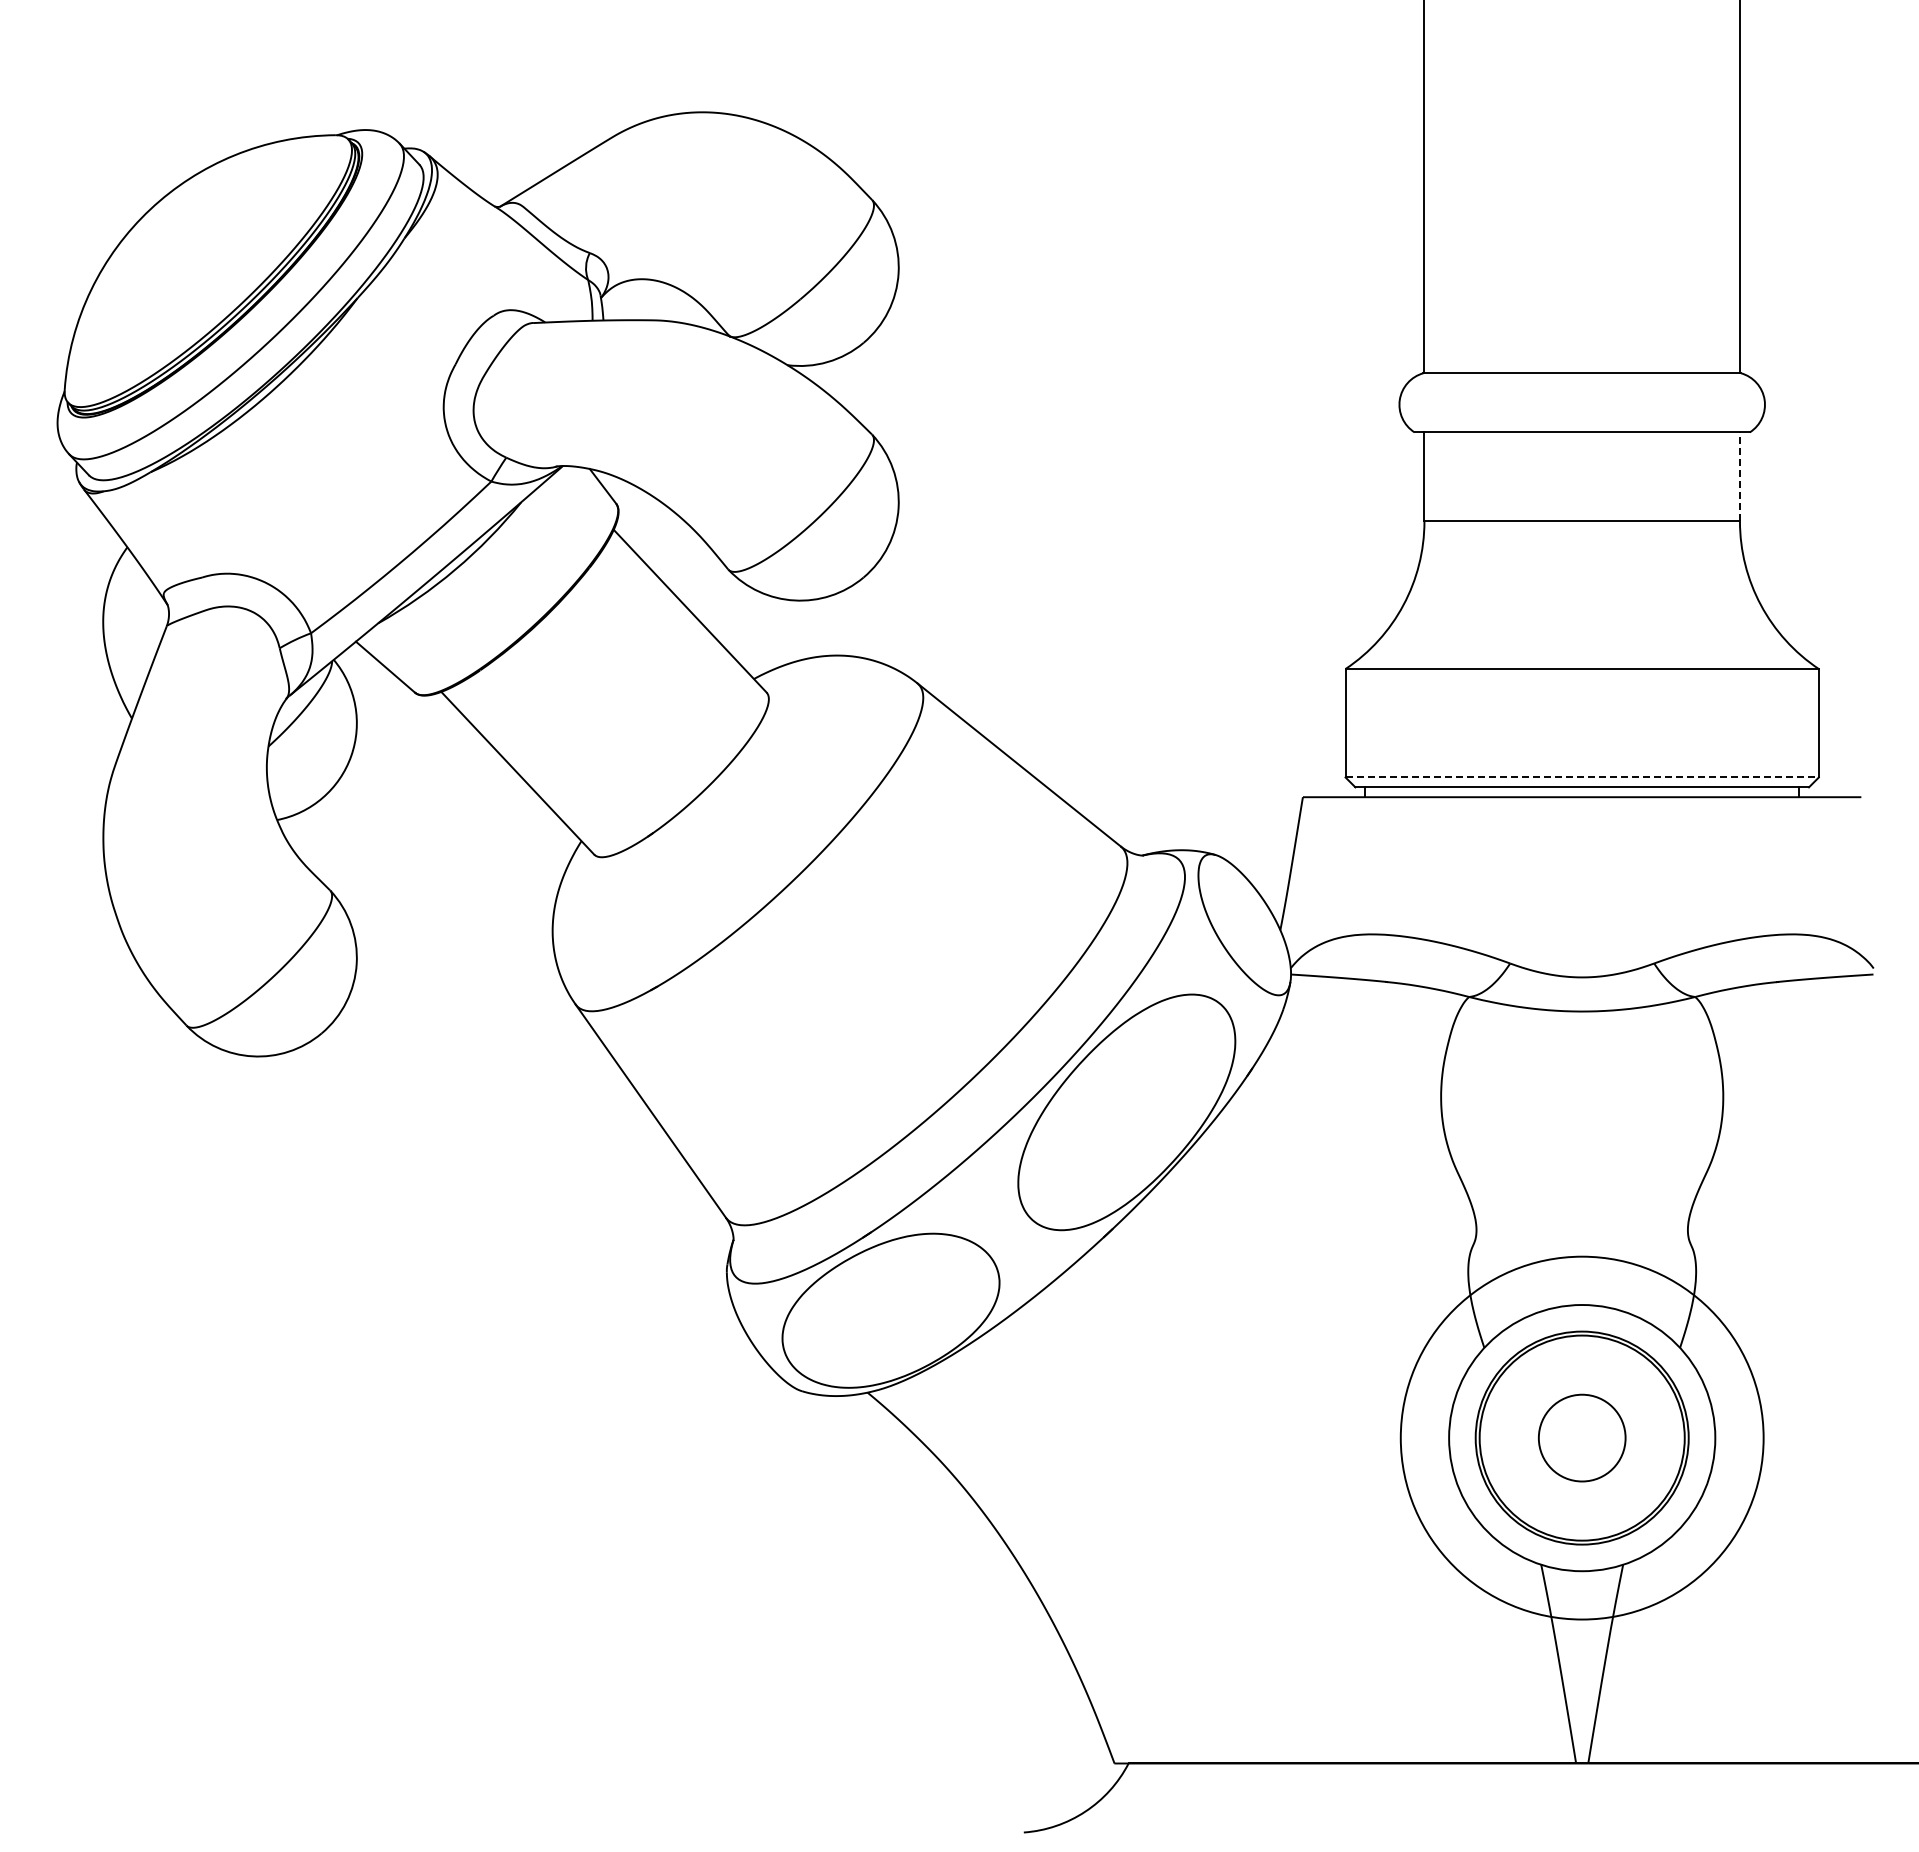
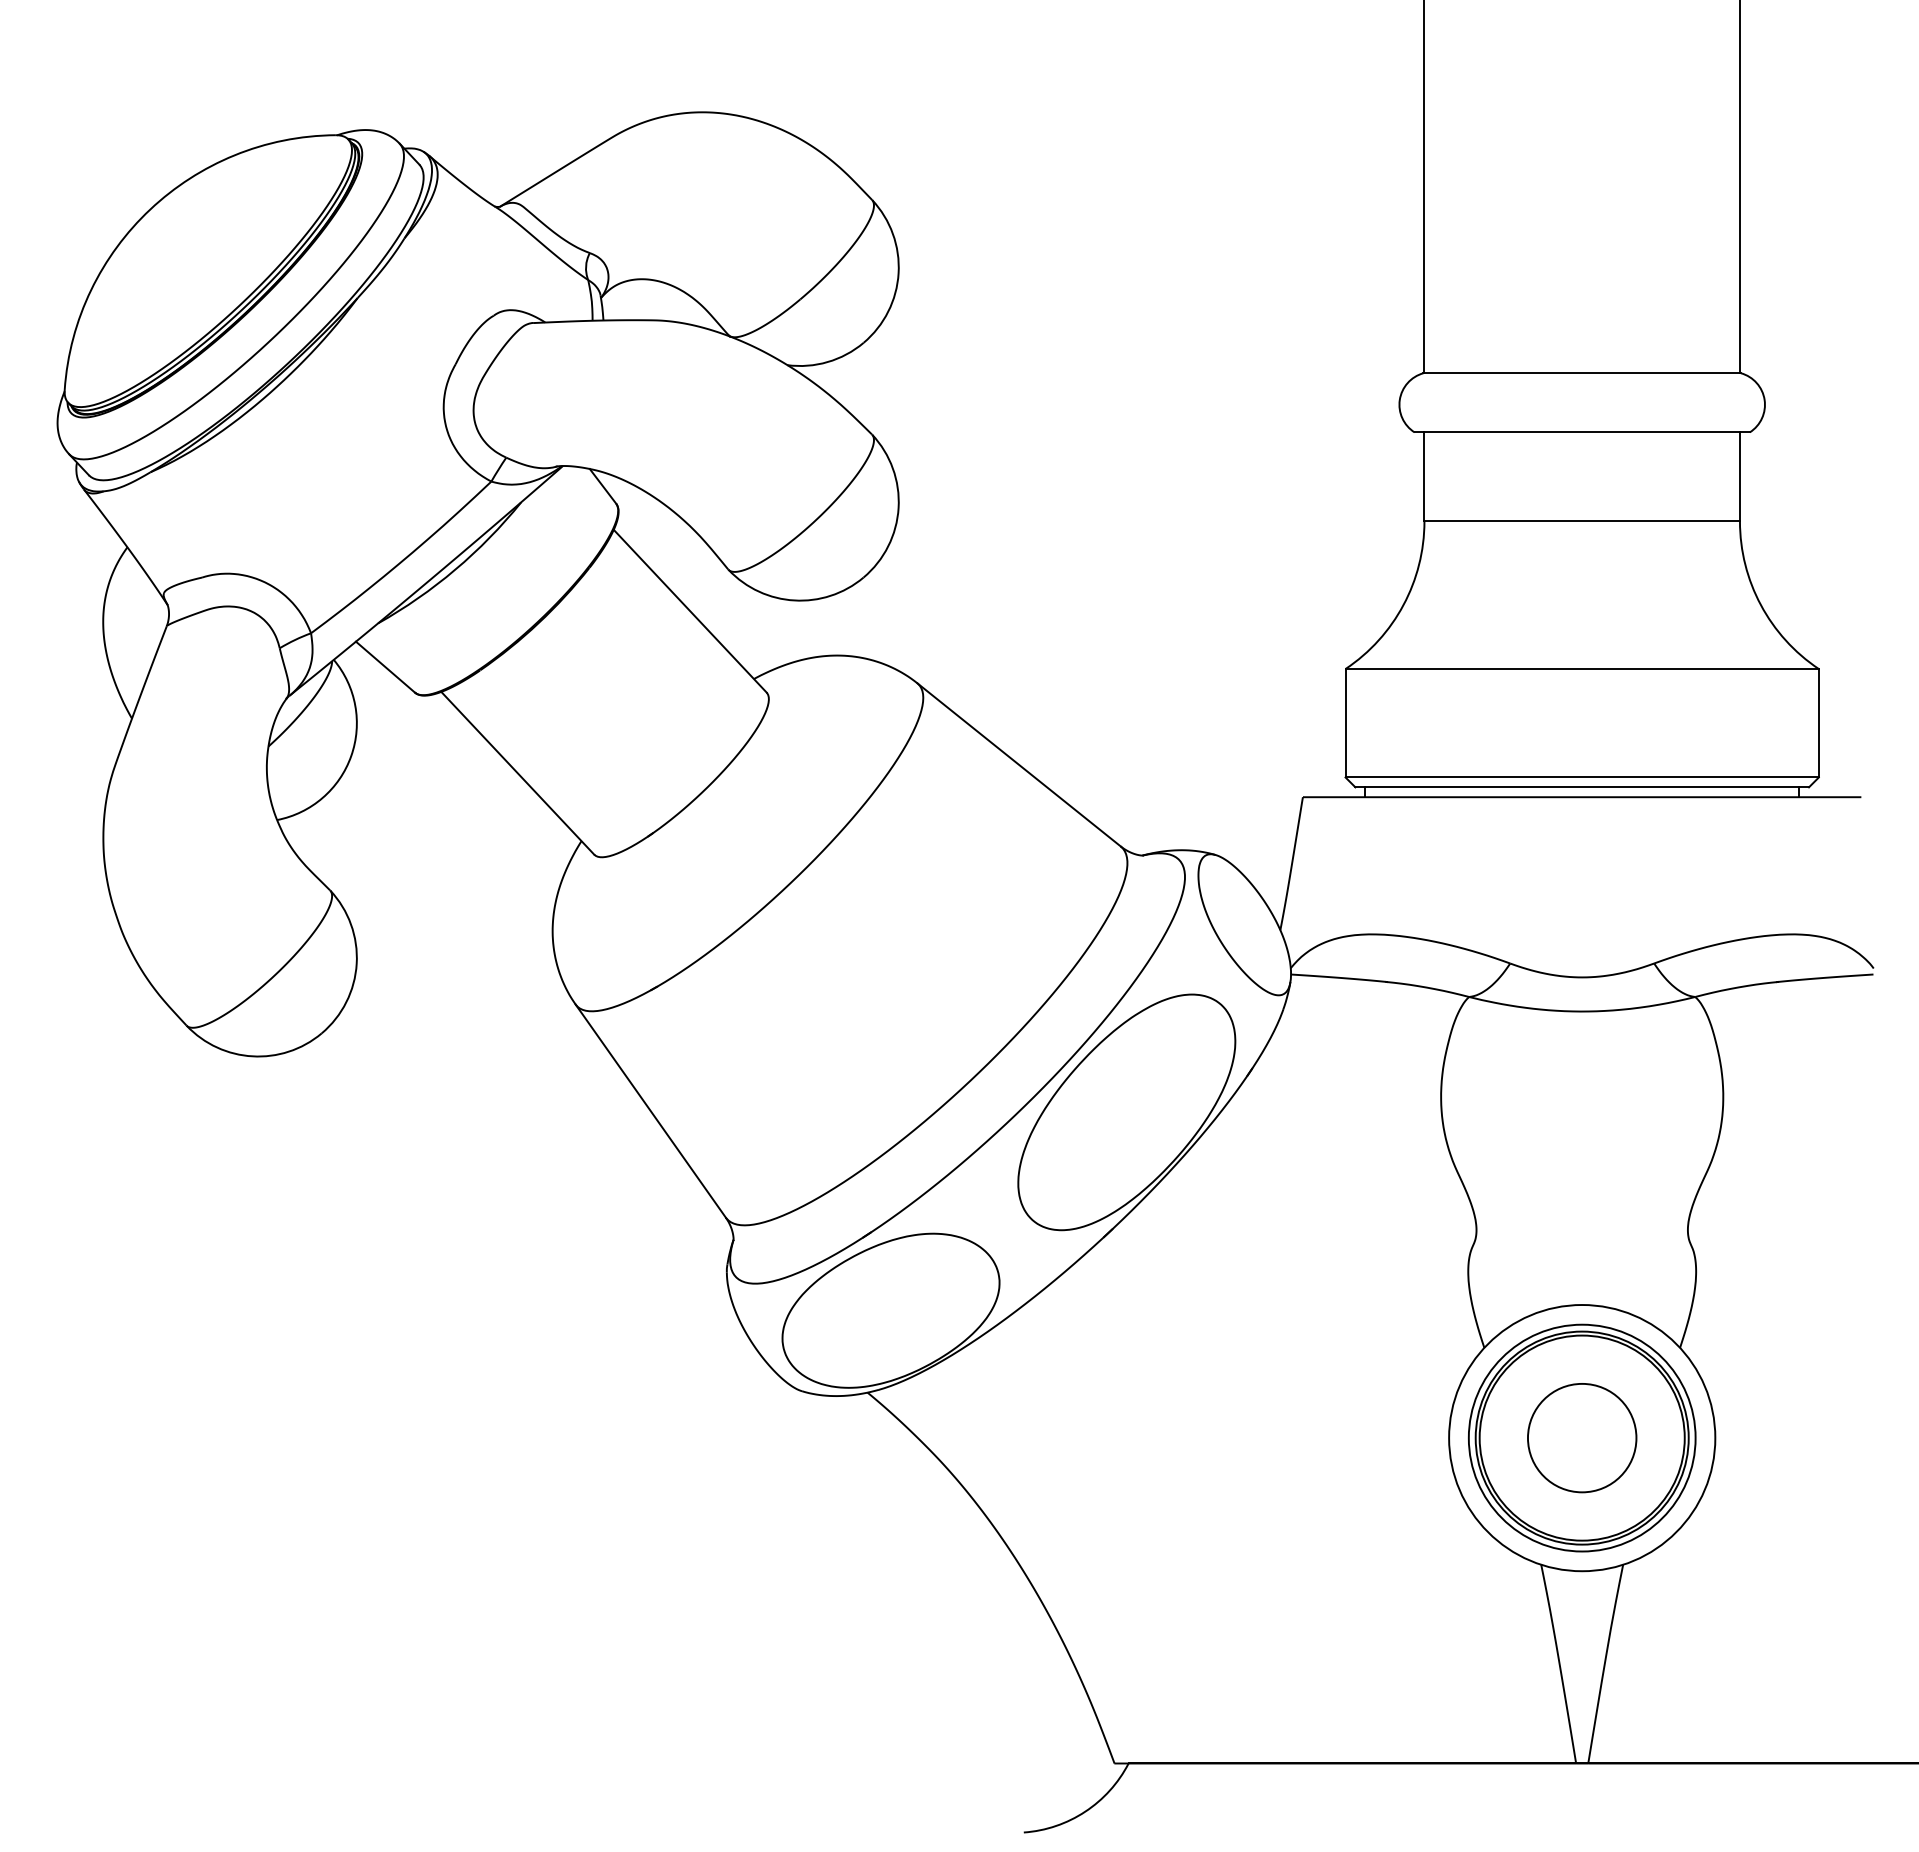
line at (1739, 476): dashed -> solid
line at (1582, 777): dashed -> solid
circle at (1581, 1437) diameter: 363 px -> 227 px
circle at (1581, 1437) diameter: 87 px -> 108 px
